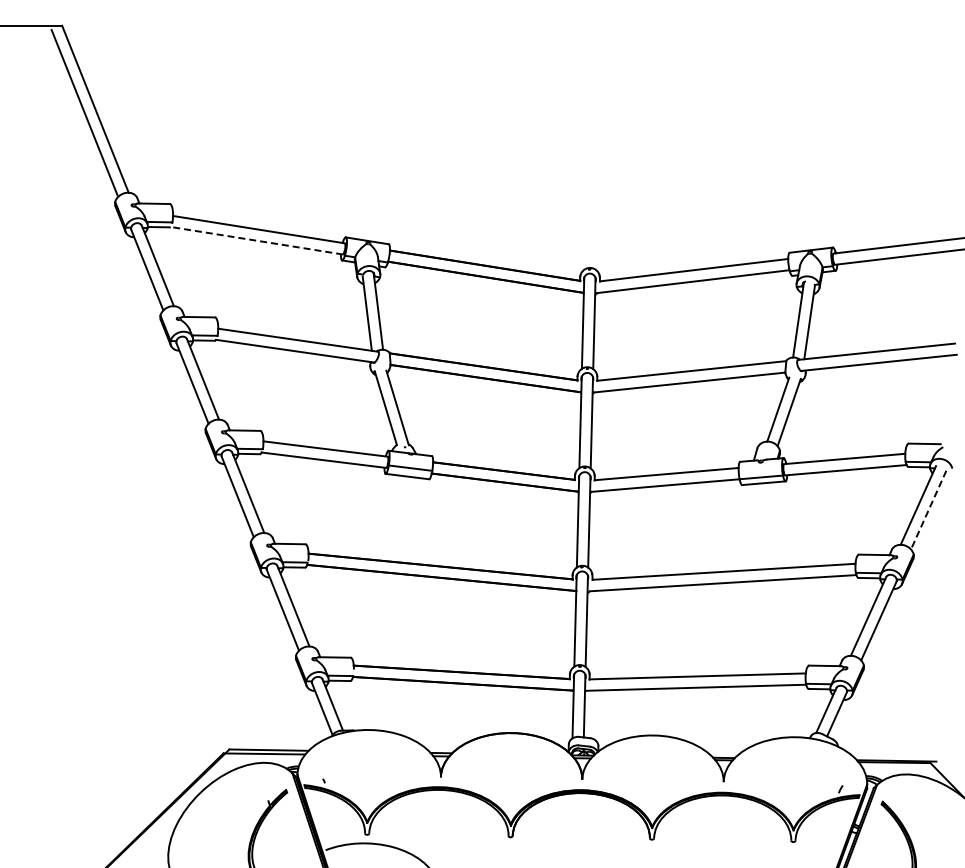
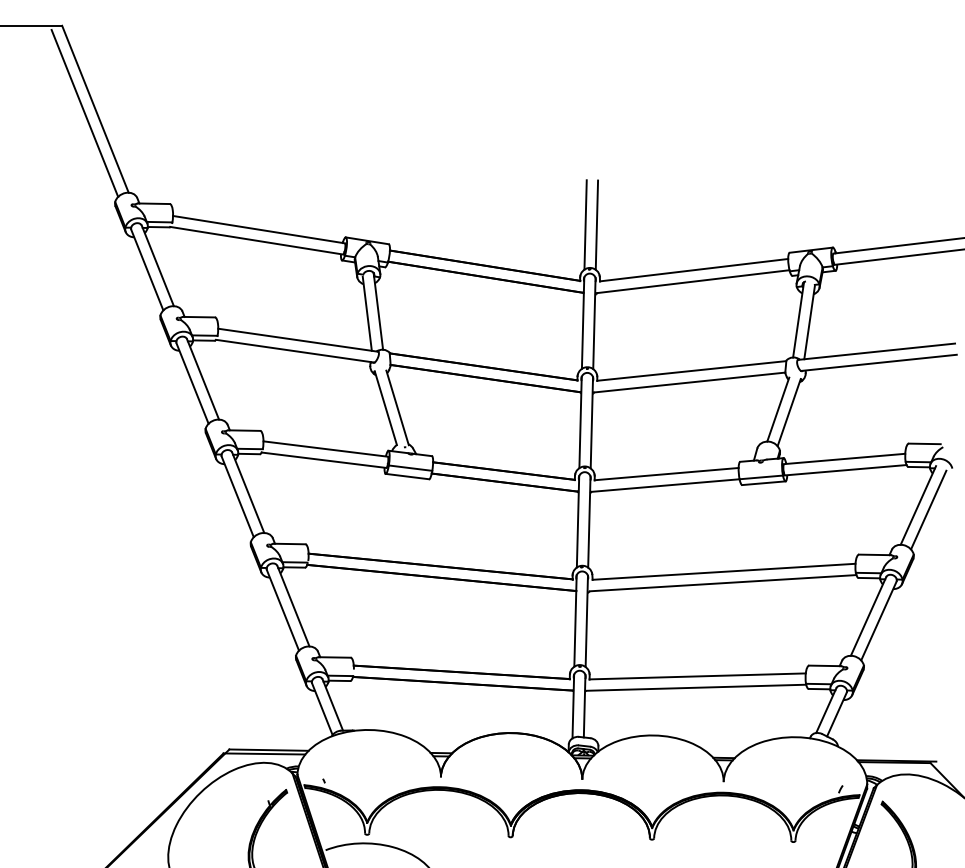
line at (585, 224): none -> present
line at (596, 224): none -> present
line at (256, 240): dashed -> solid
line at (928, 510): dashed -> solid
